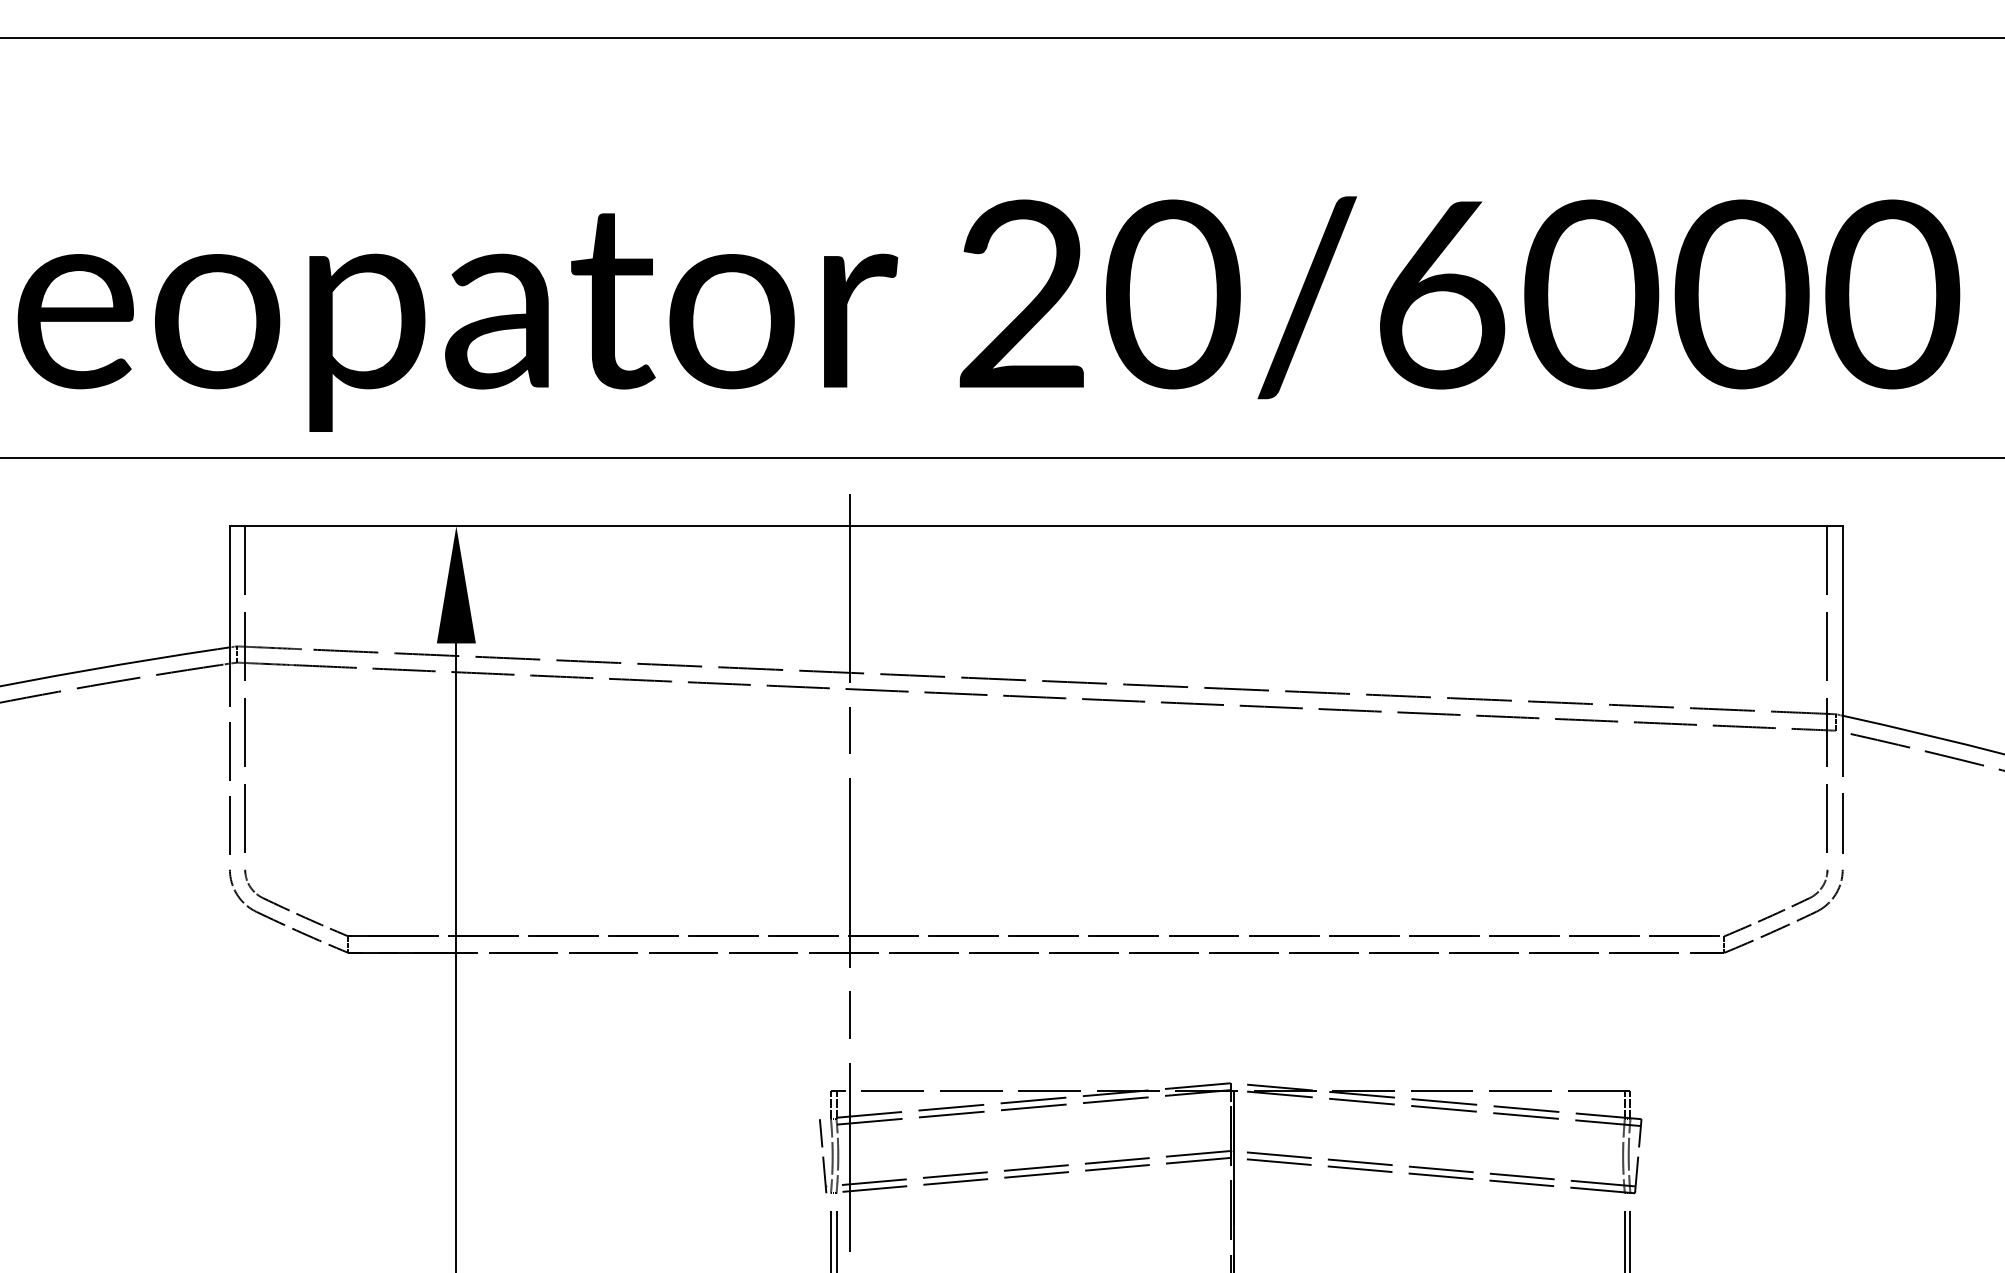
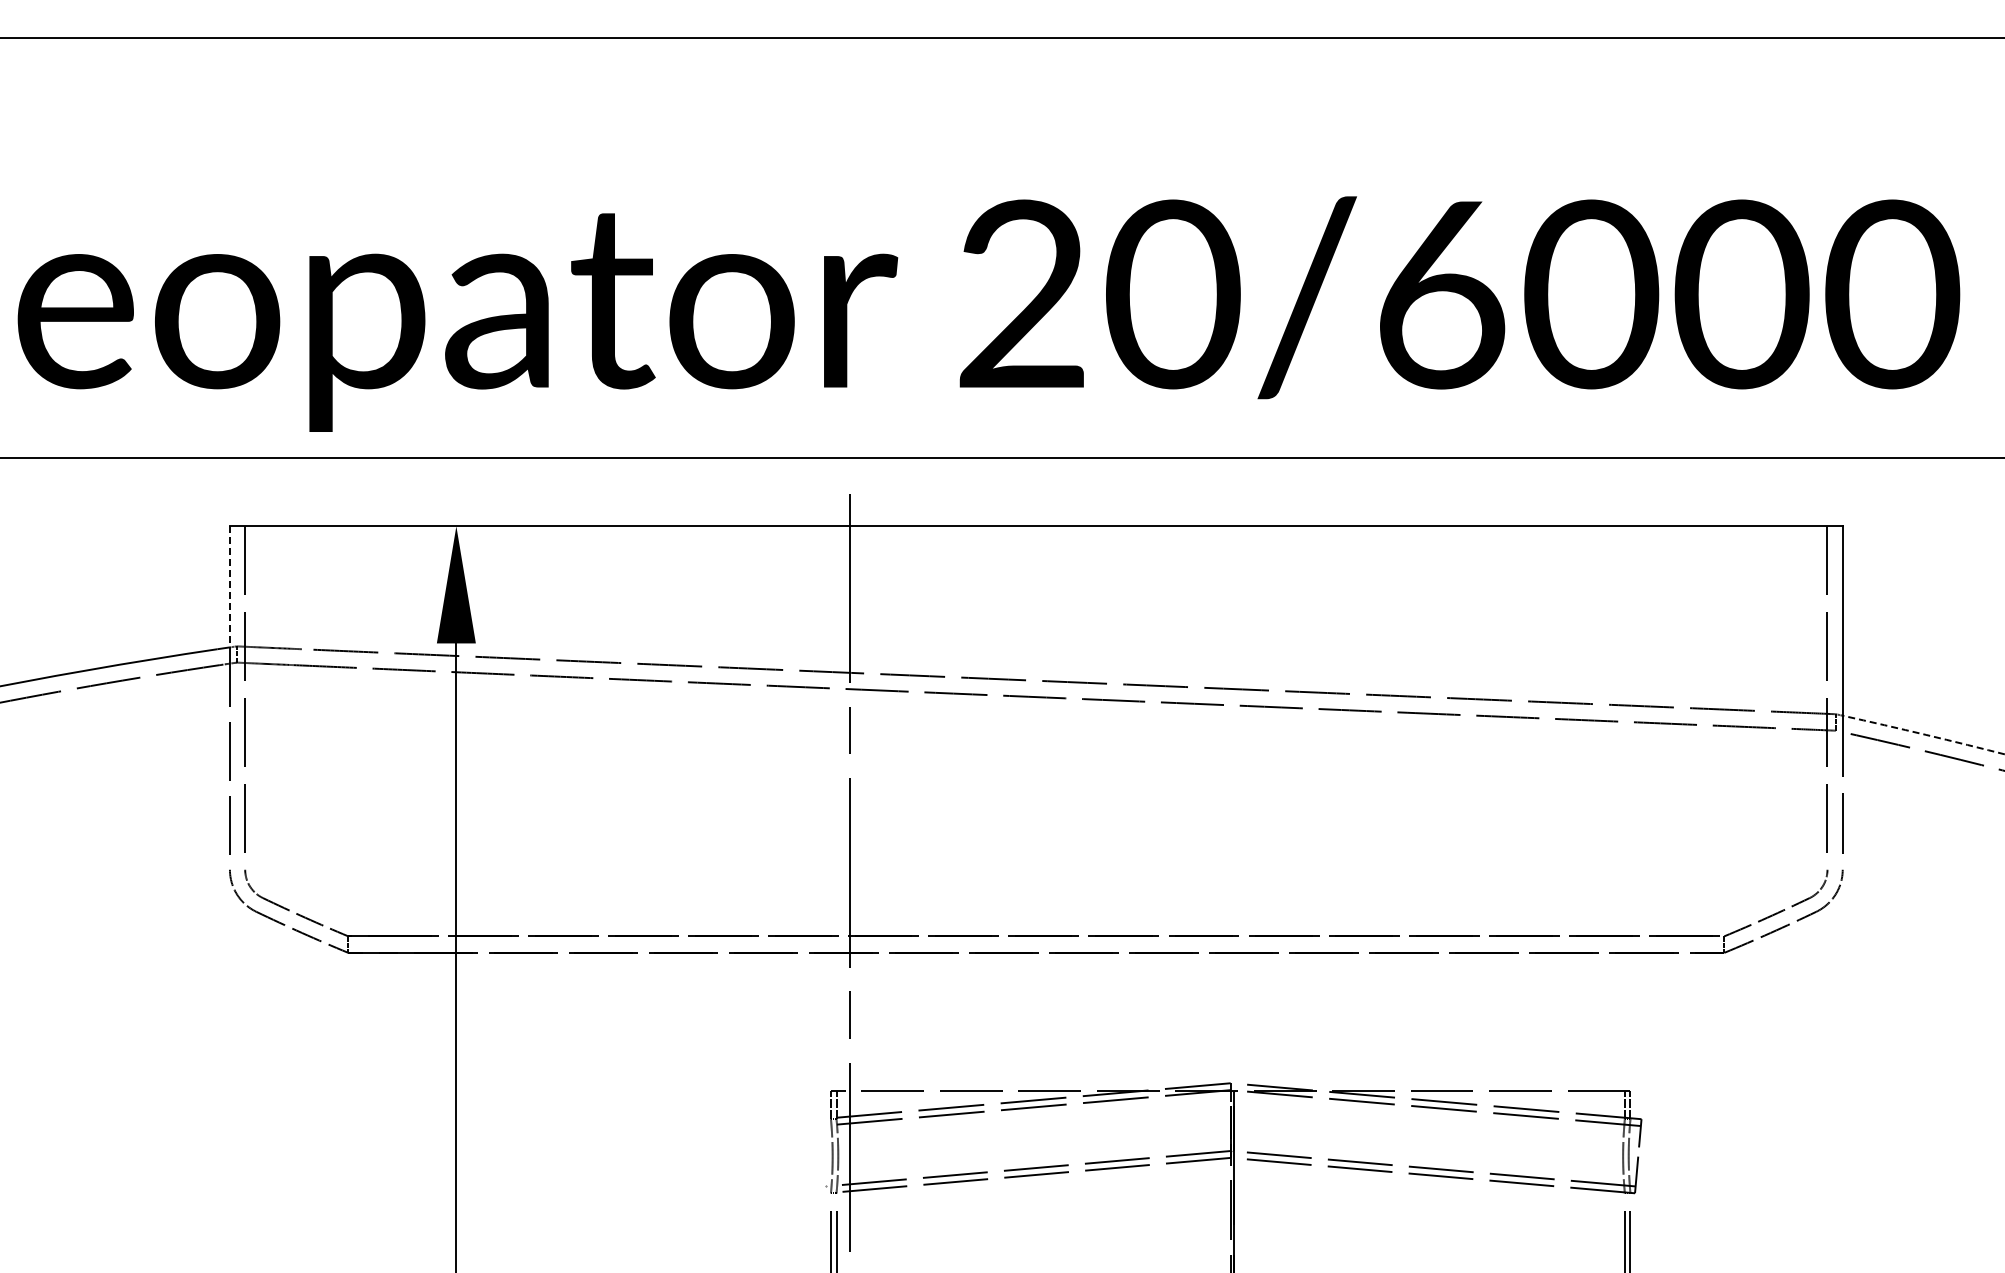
line at (229, 586): solid -> dashed
arc at (1924, 734): solid -> dashed
line at (822, 1156): present -> none
